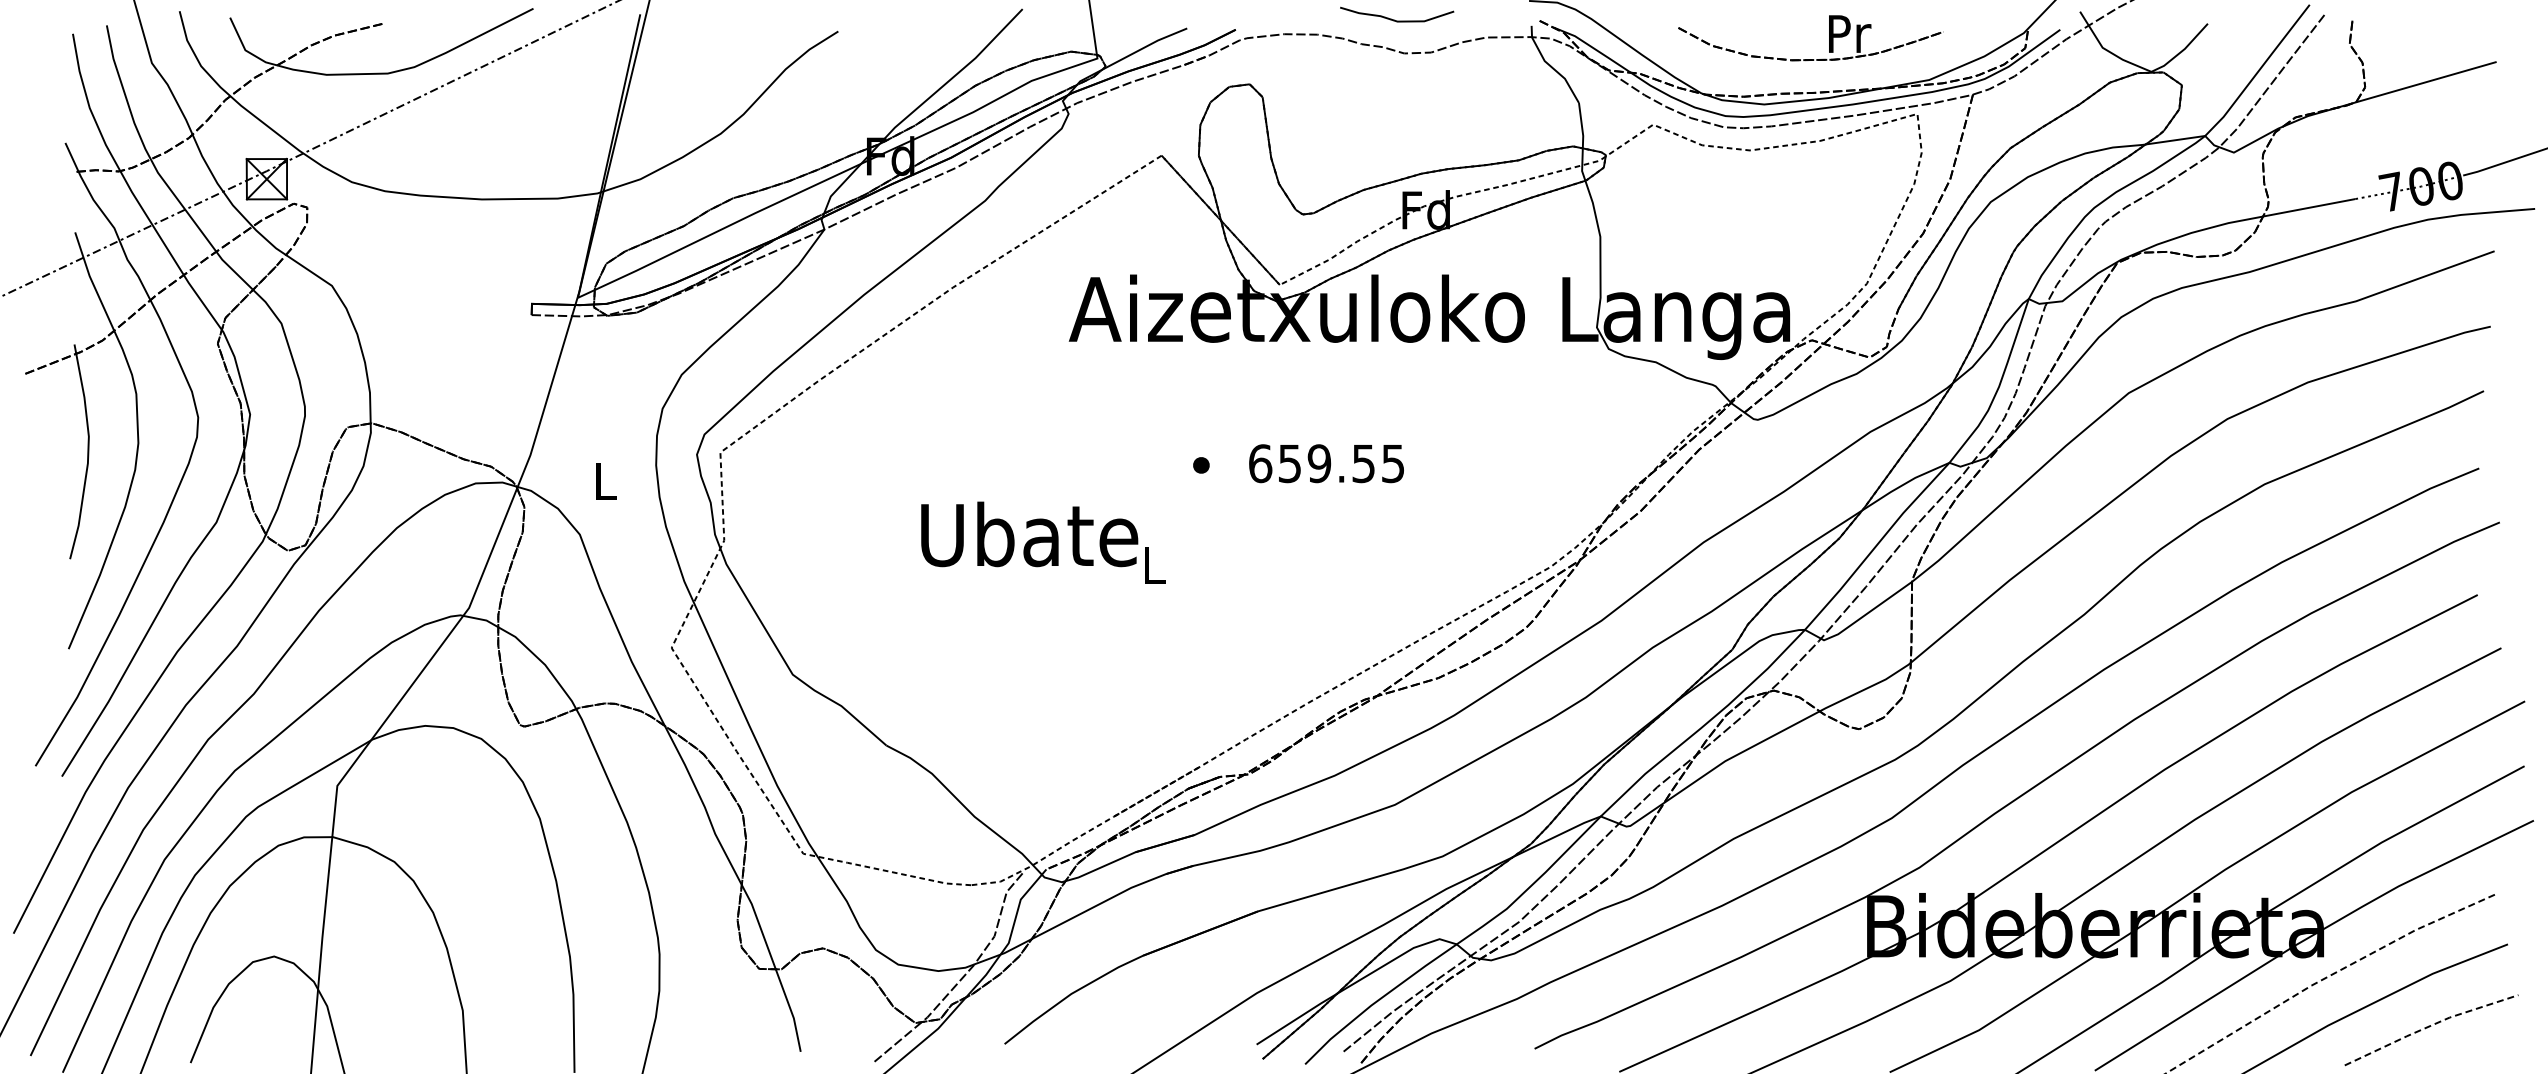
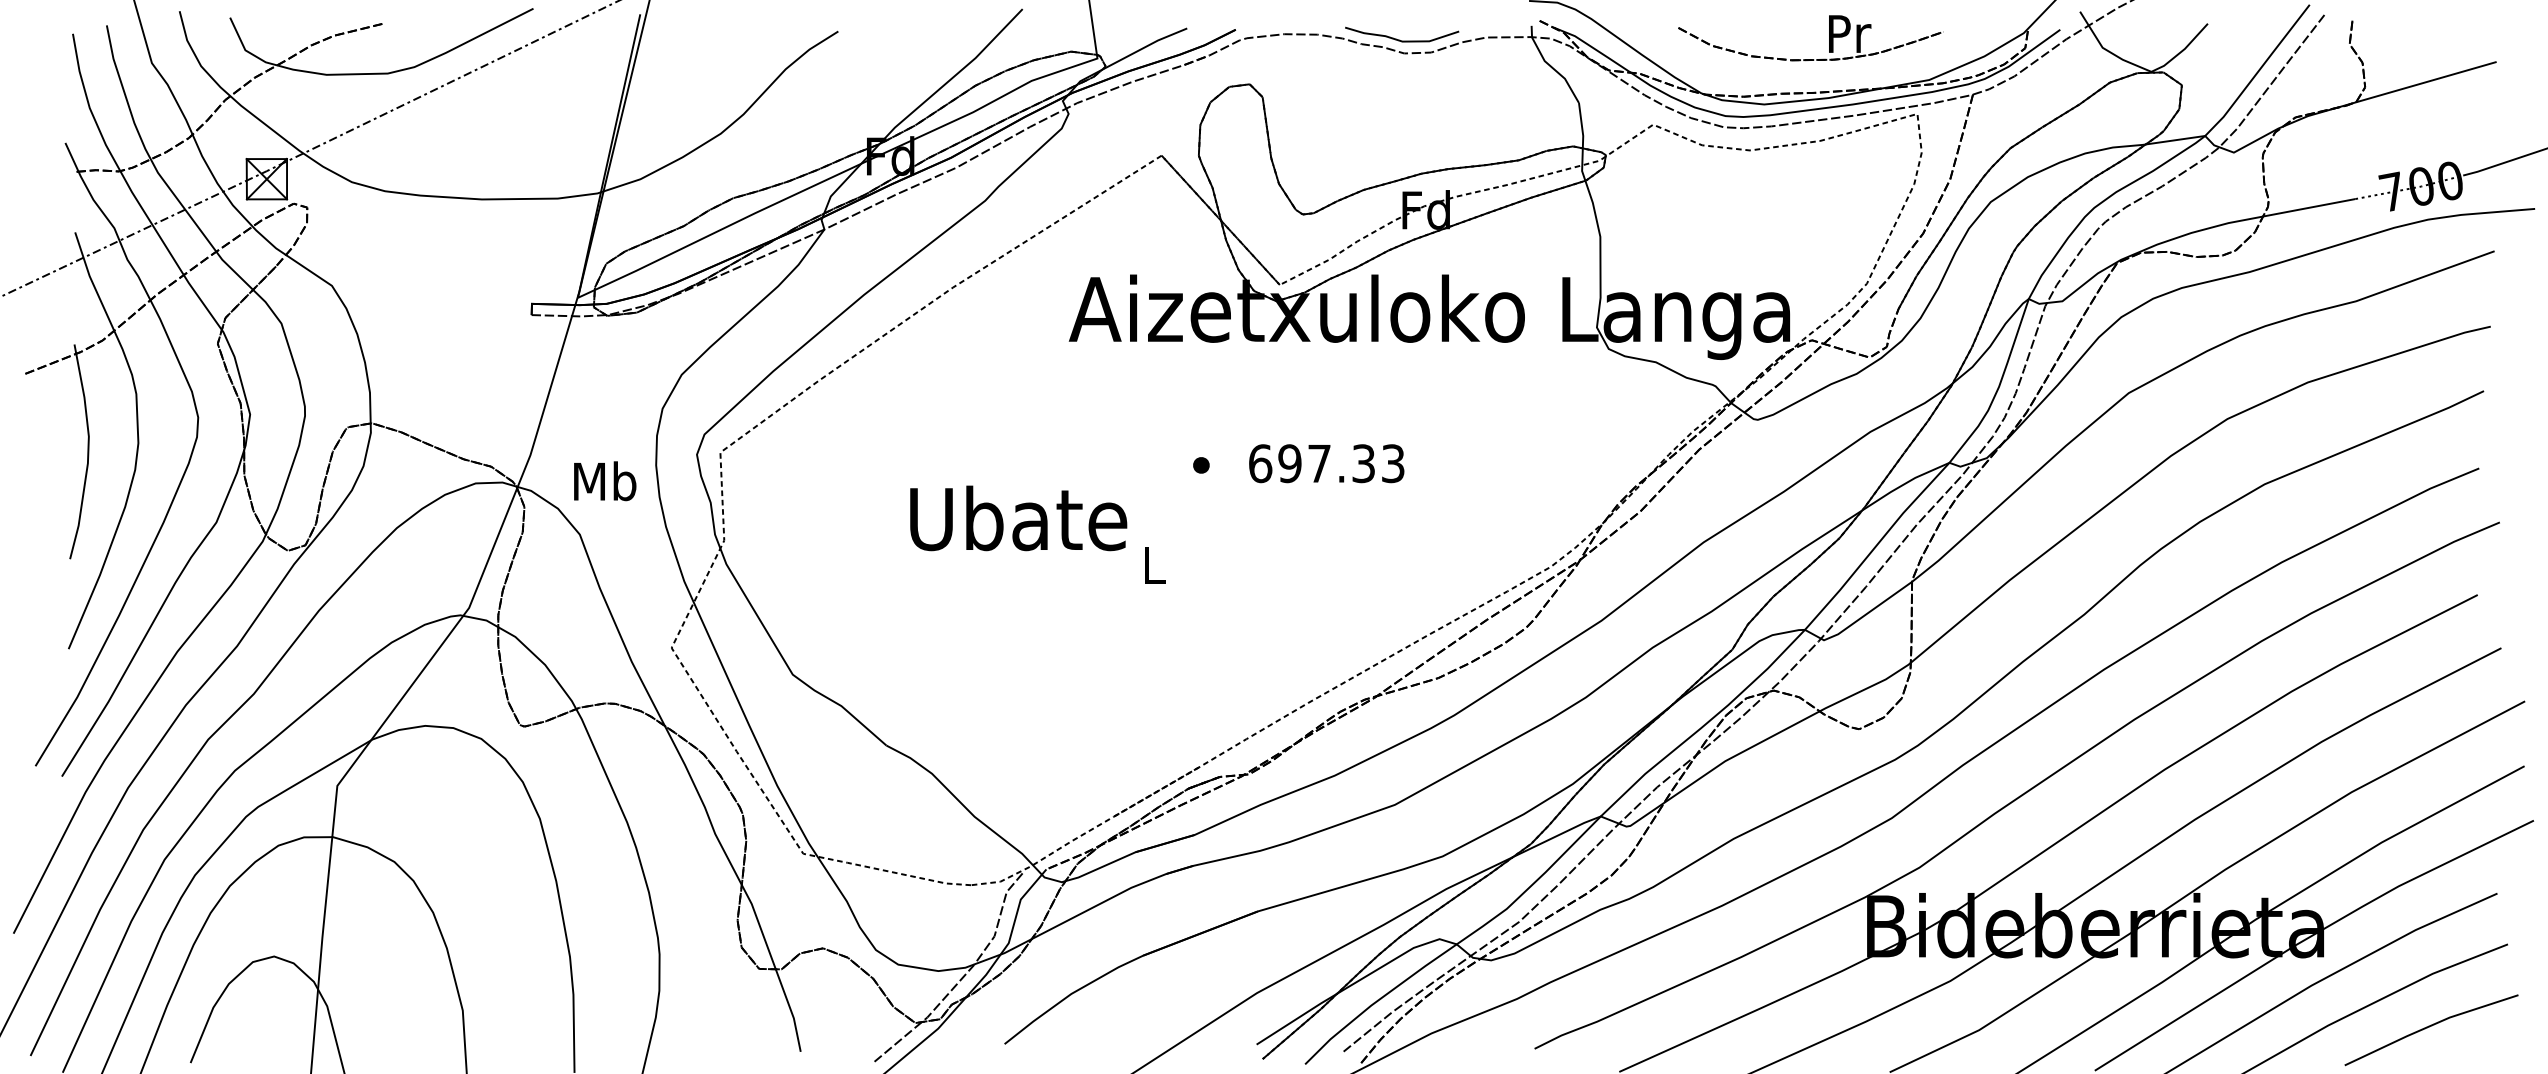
curve at (1394, 19) position: (1394, 19) -> (1399, 39)
text at (1341, 463): 659.55 -> 697.33
text at (605, 481): L -> Mb
text at (1029, 534) position: (1029, 534) -> (1018, 518)
line at (2328, 976): dashed -> solid
line at (2430, 1025): dashed -> solid
